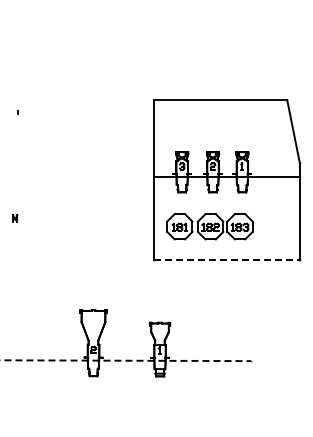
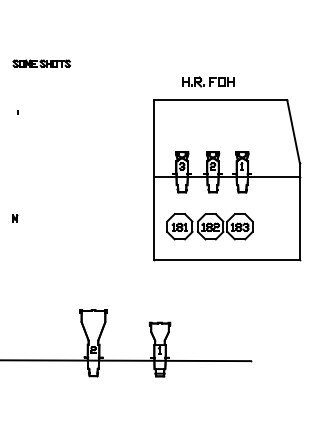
part at (41, 63): none -> present
part at (208, 81): none -> present
line at (227, 260): dashed -> solid
line at (125, 360): dashed -> solid
